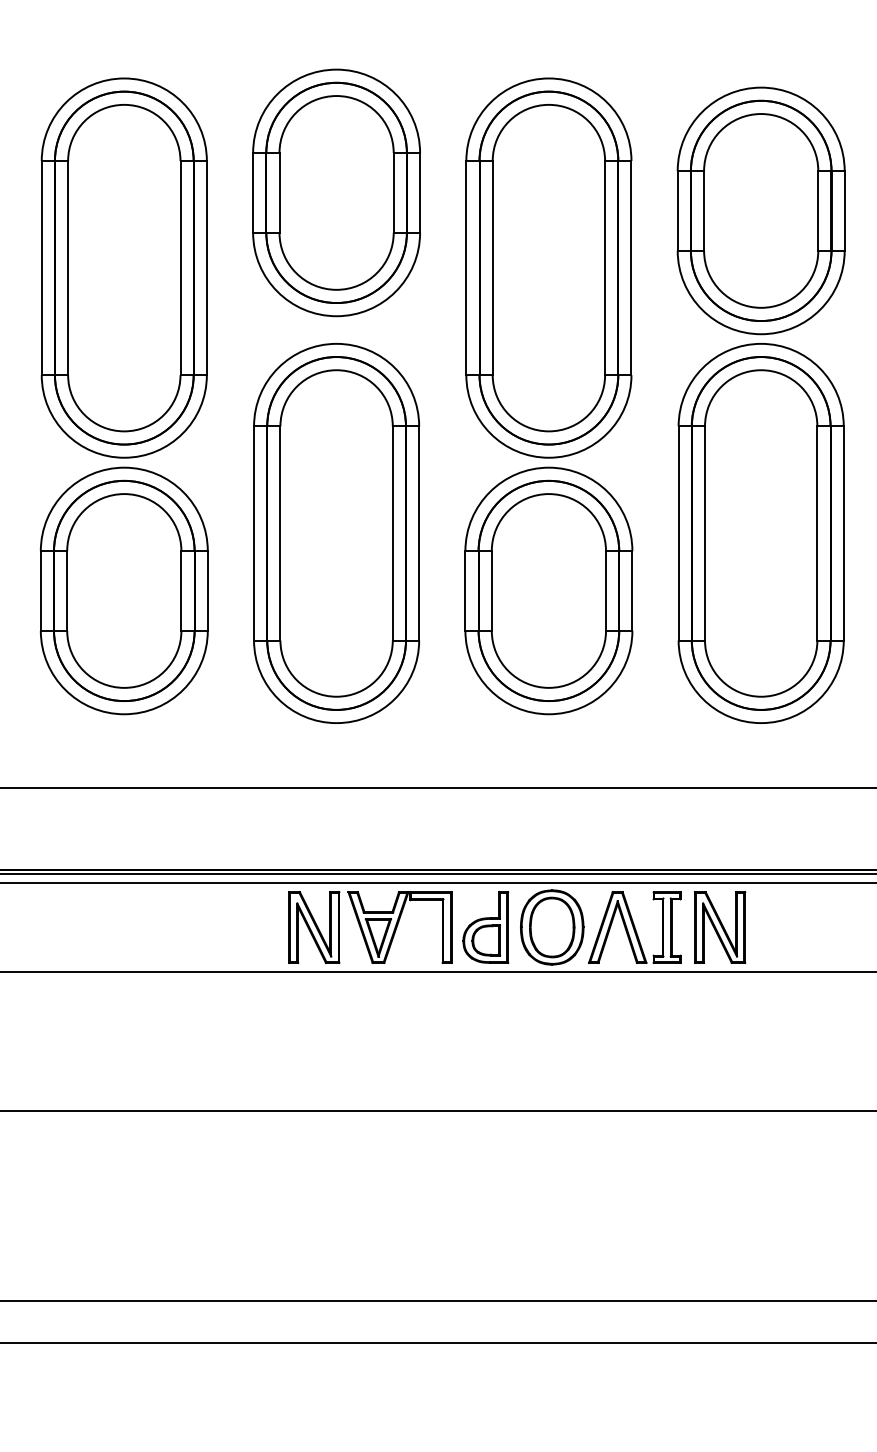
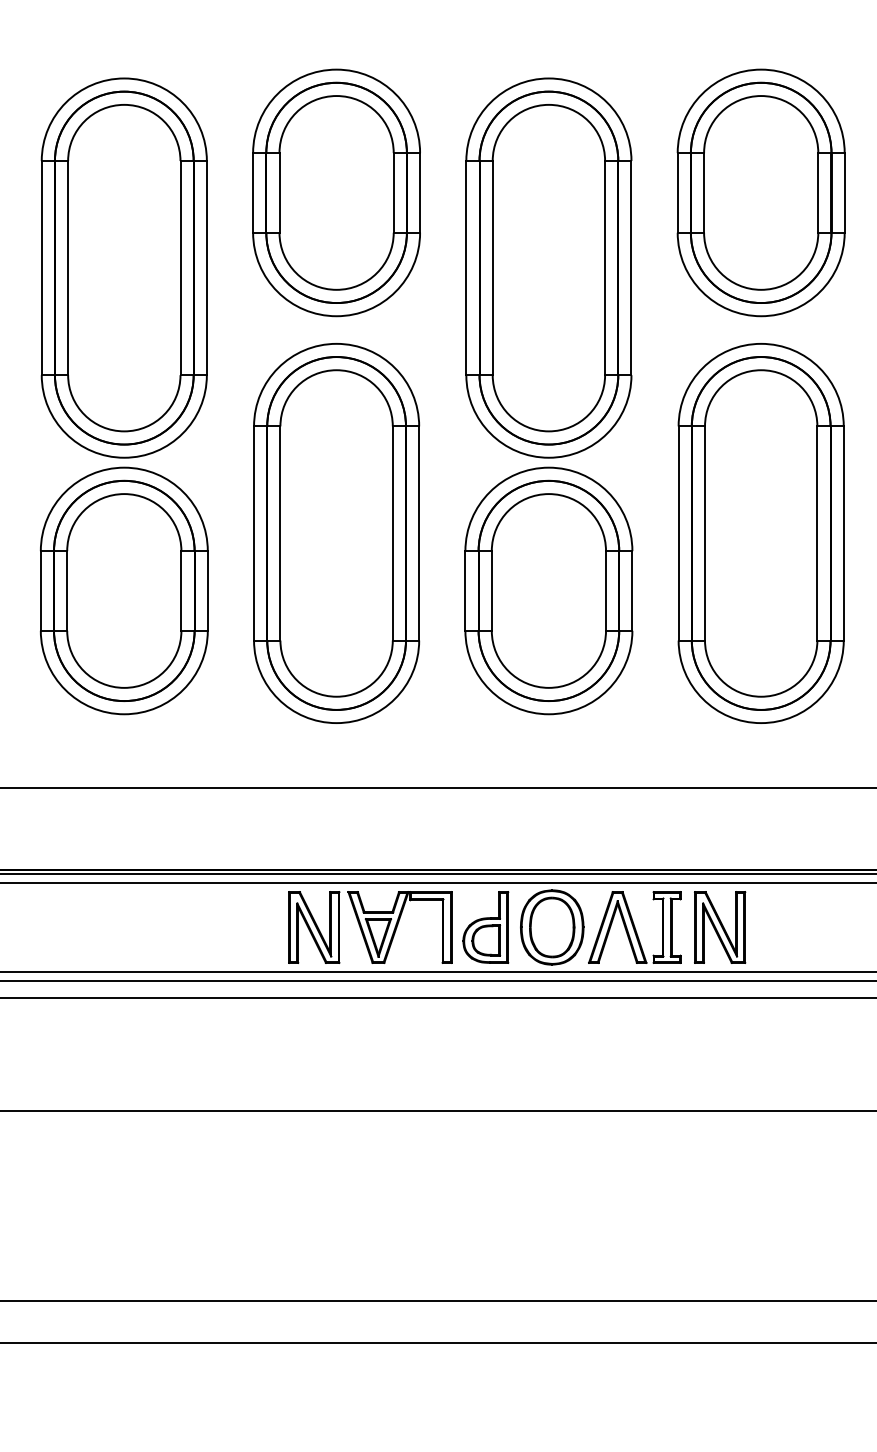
part at (760, 210) position: (760, 210) -> (760, 192)
line at (437, 981): none -> present
line at (437, 998): none -> present
